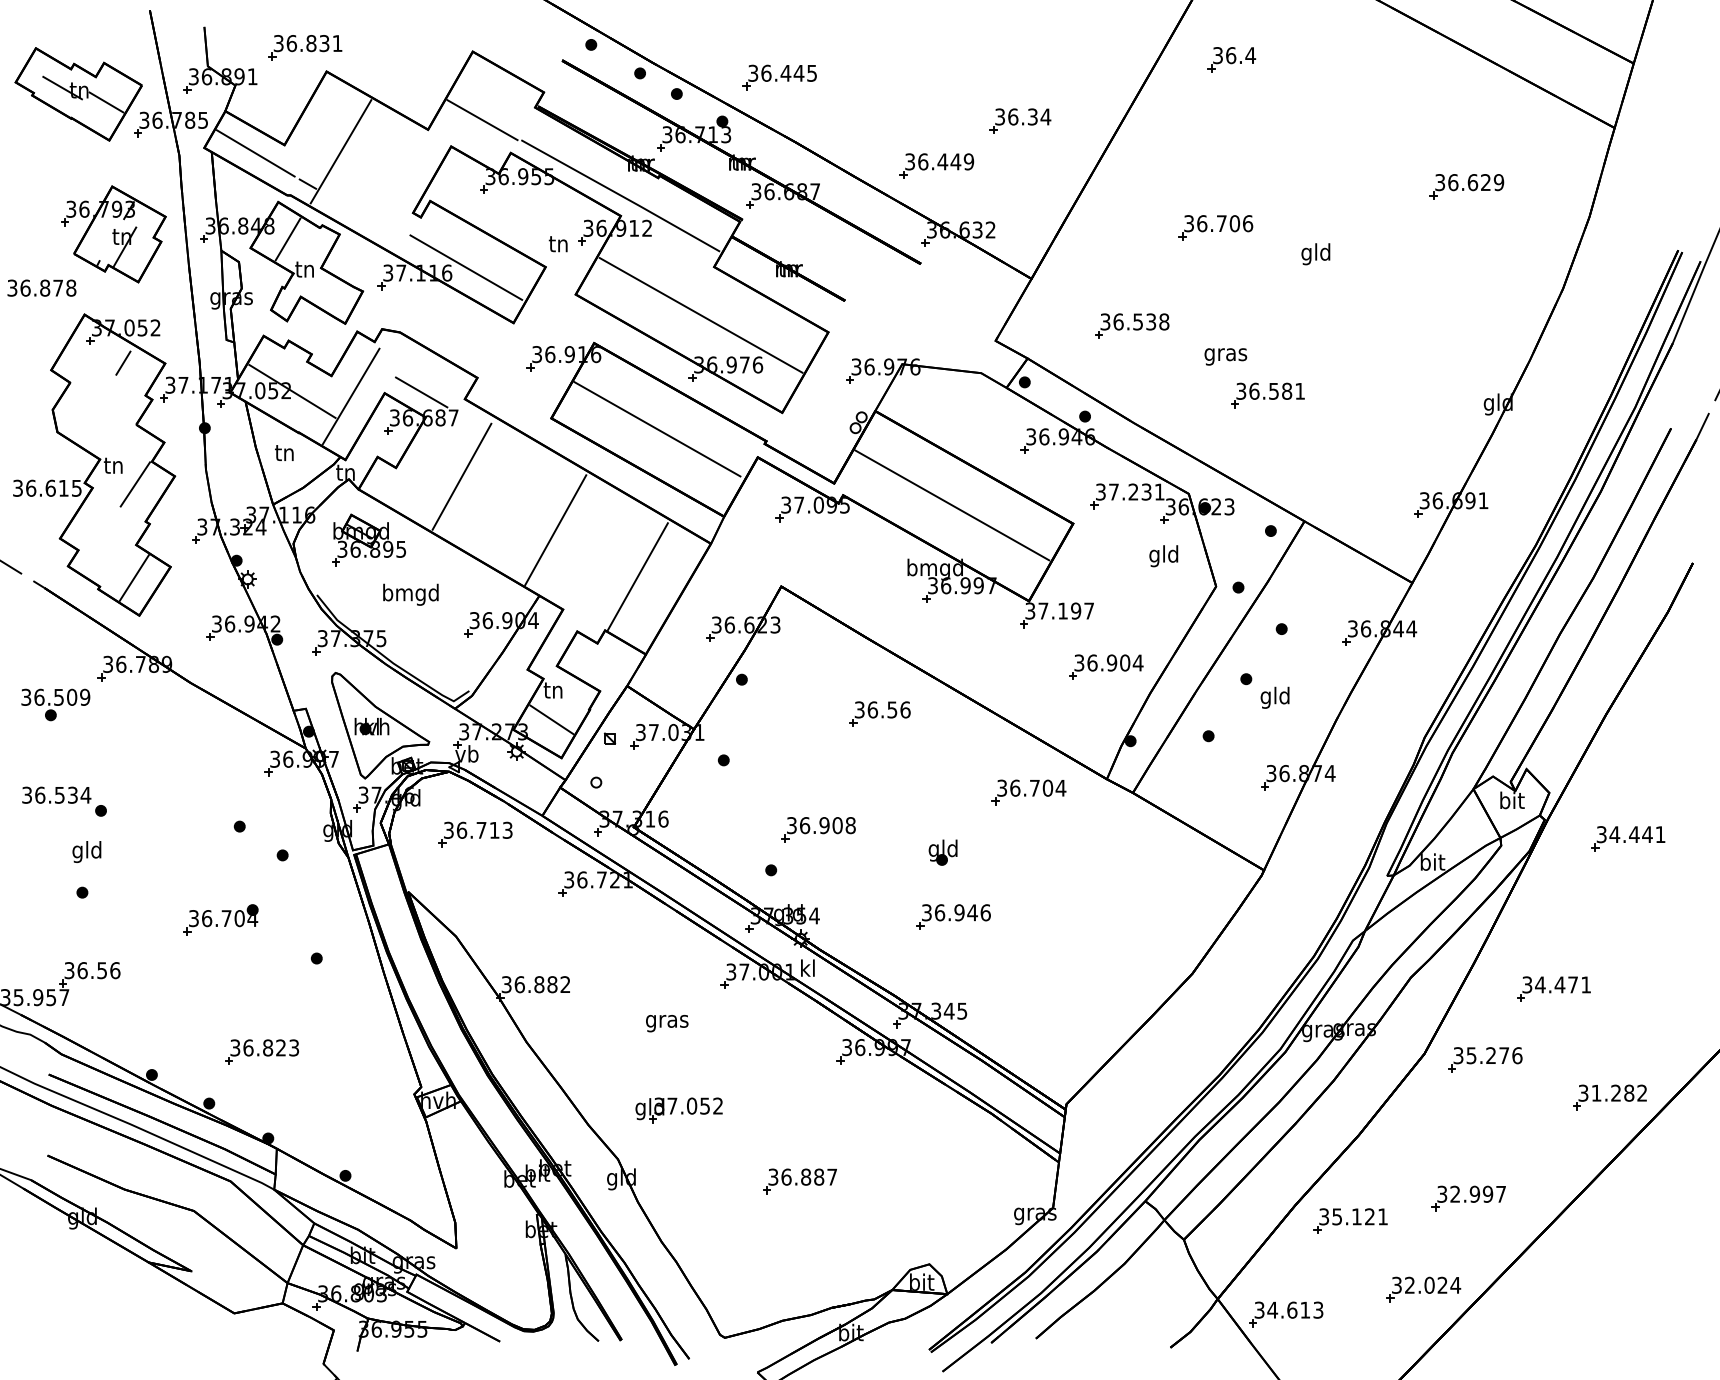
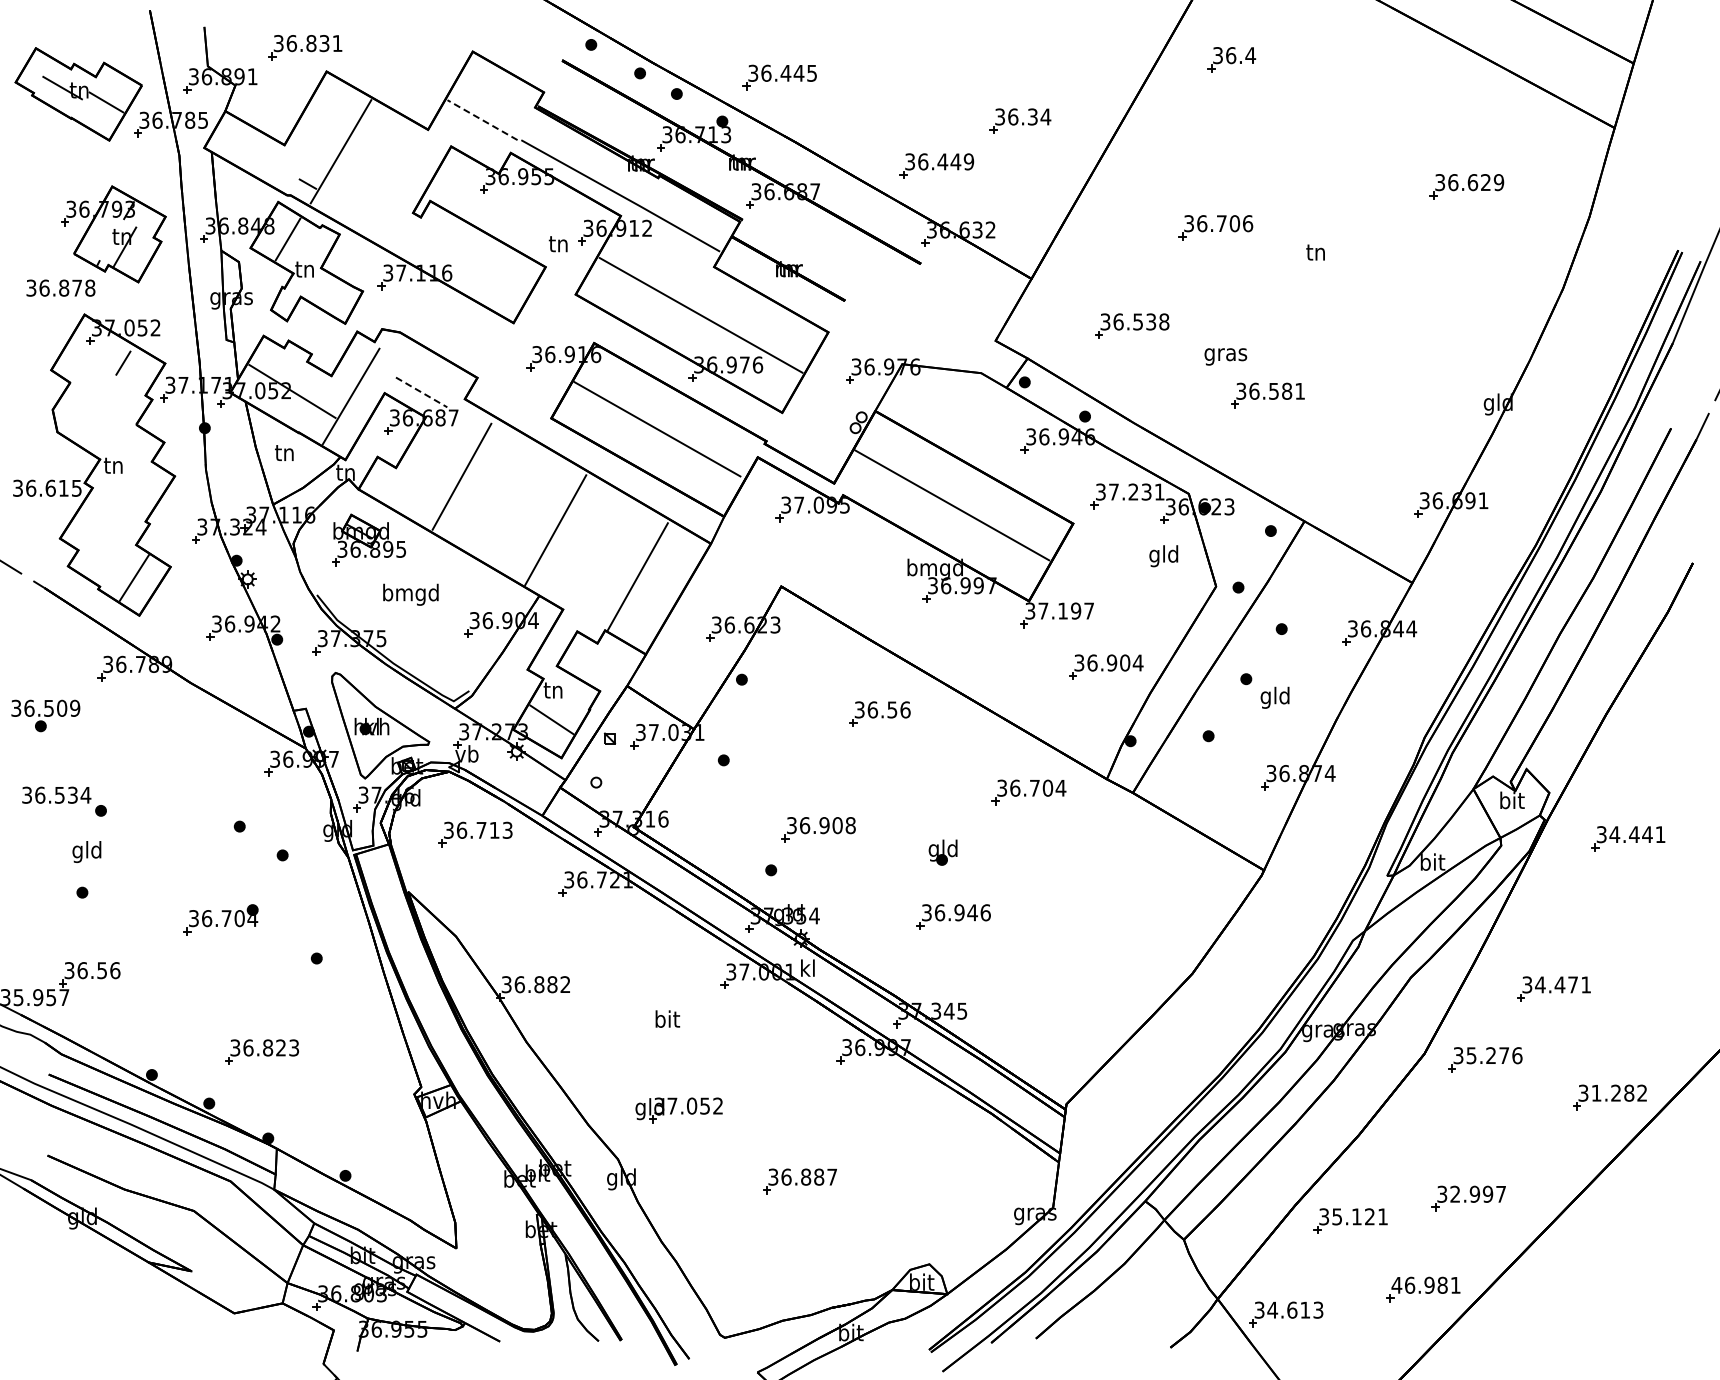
line at (482, 119): solid -> dashed
line at (255, 153): present -> none
text at (1315, 254): gld -> tn
line at (466, 267): present -> none
text at (41, 287) position: (41, 287) -> (60, 287)
line at (421, 392): solid -> dashed
line at (135, 484): present -> none
part at (55, 704) position: (55, 704) -> (45, 715)
text at (667, 1021): gras -> bit
text at (1426, 1284): 32.024 -> 46.981
